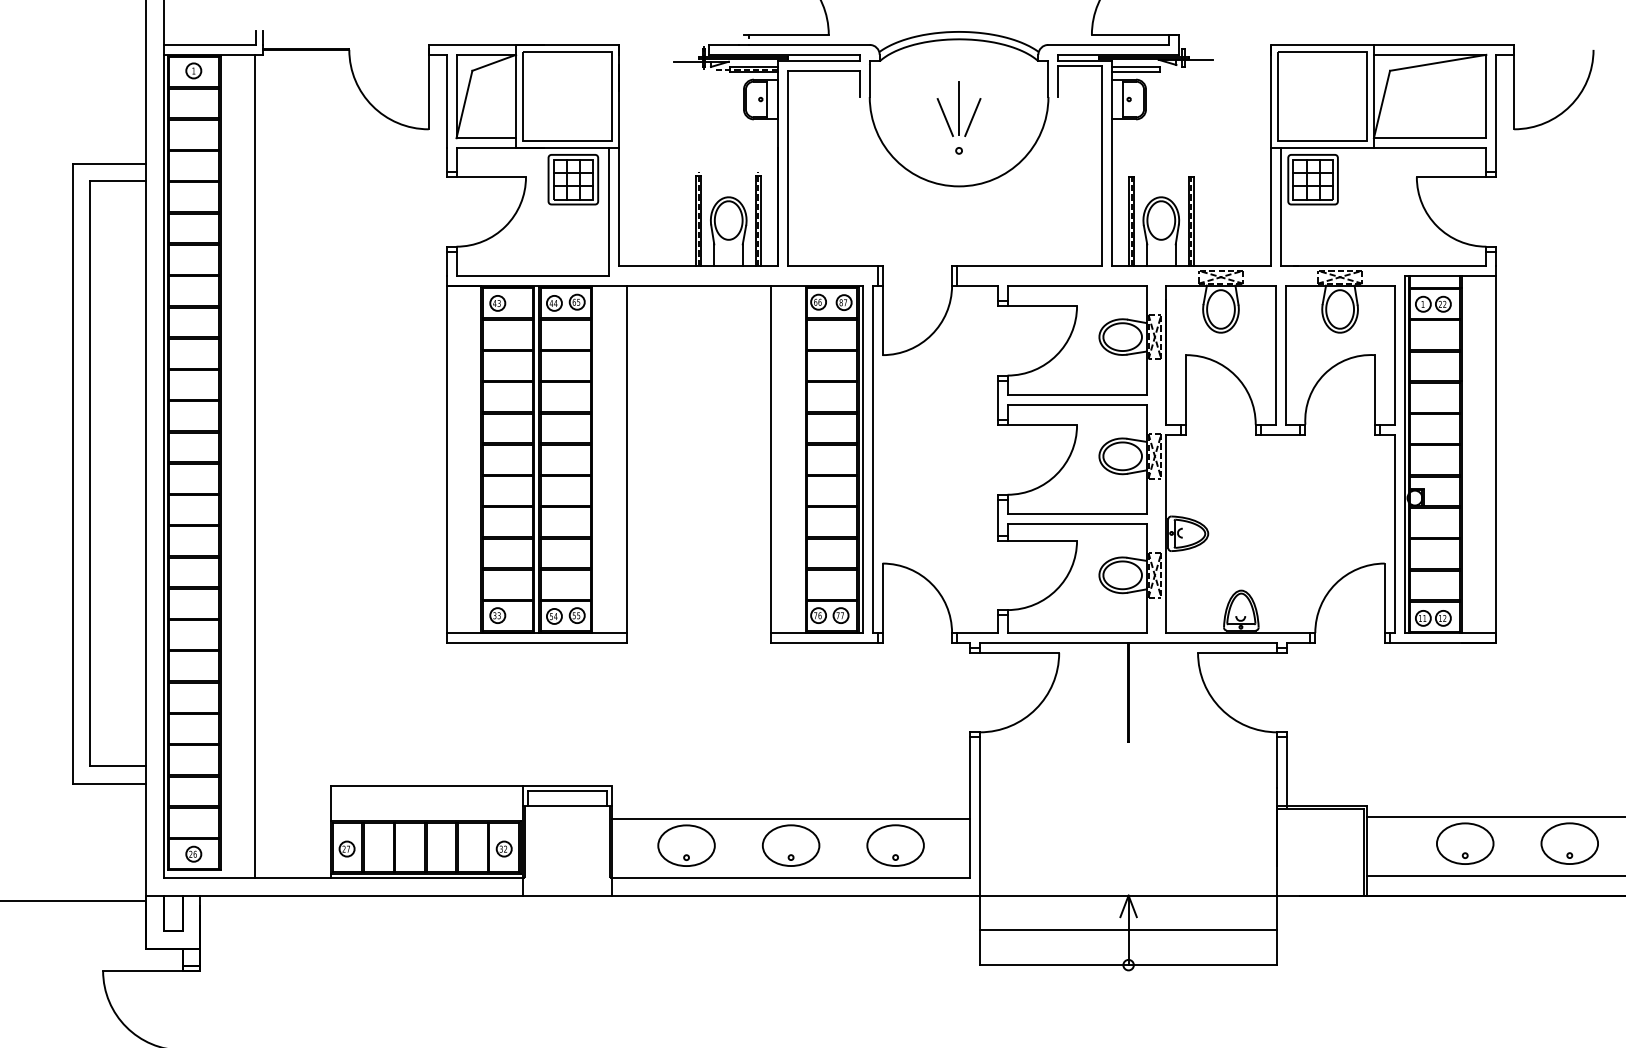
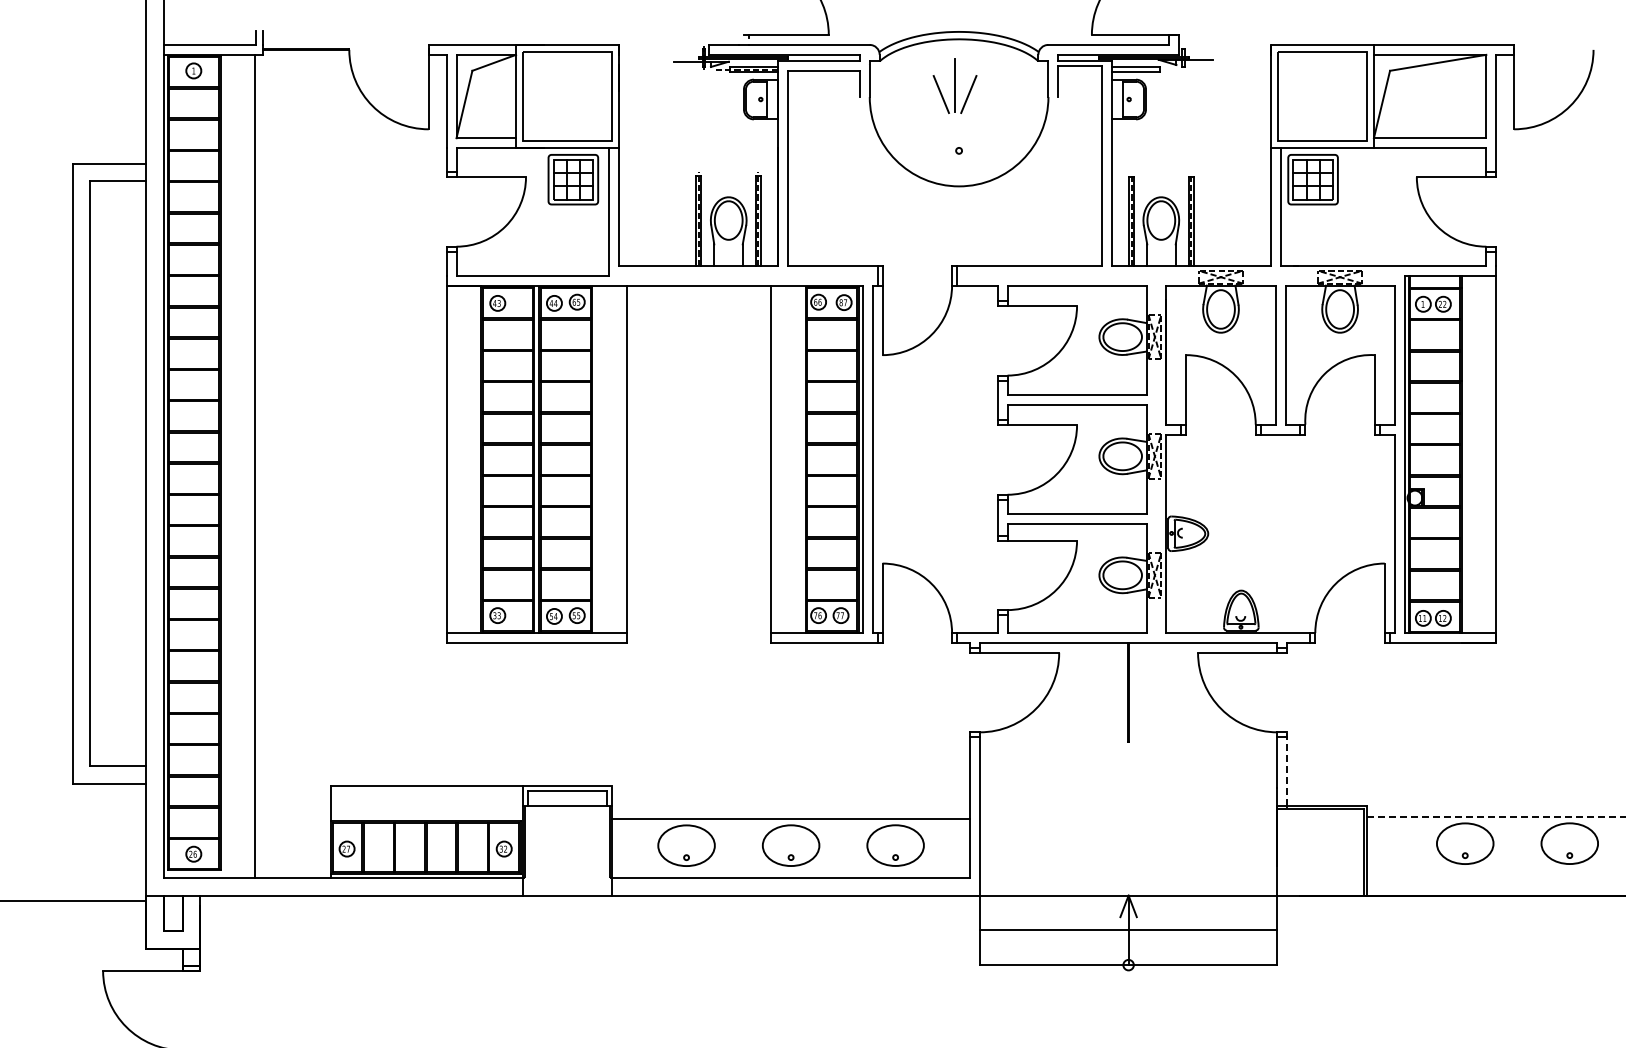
part at (958, 108) position: (958, 108) -> (954, 85)
line at (1287, 769): solid -> dashed
line at (1496, 817): solid -> dashed
line at (1494, 875): present -> none
